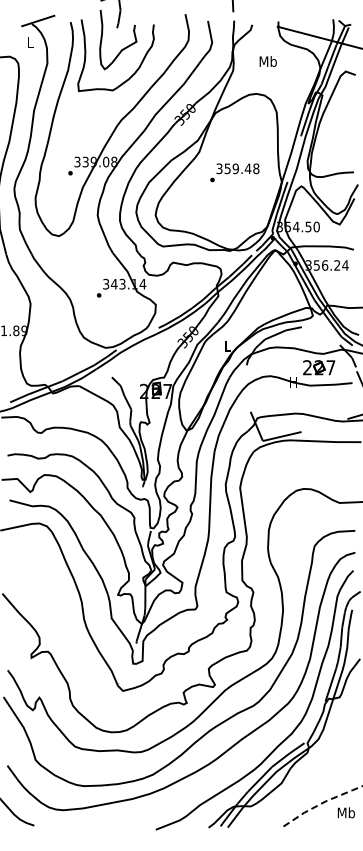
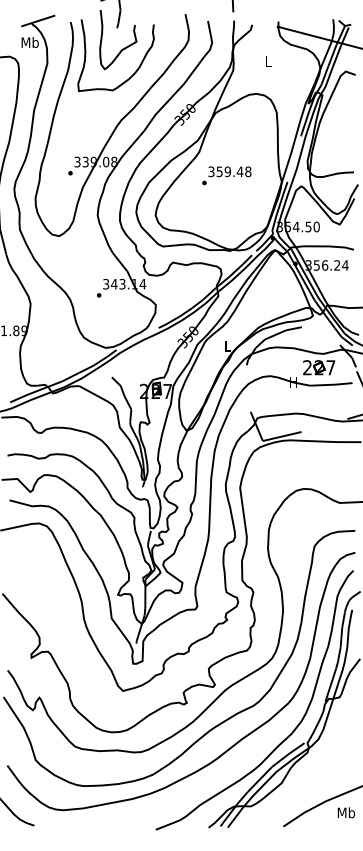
text at (29, 42): L -> Mb
text at (267, 61): Mb -> L
text at (234, 172) position: (234, 172) -> (226, 175)
line at (320, 804): dashed -> solid
